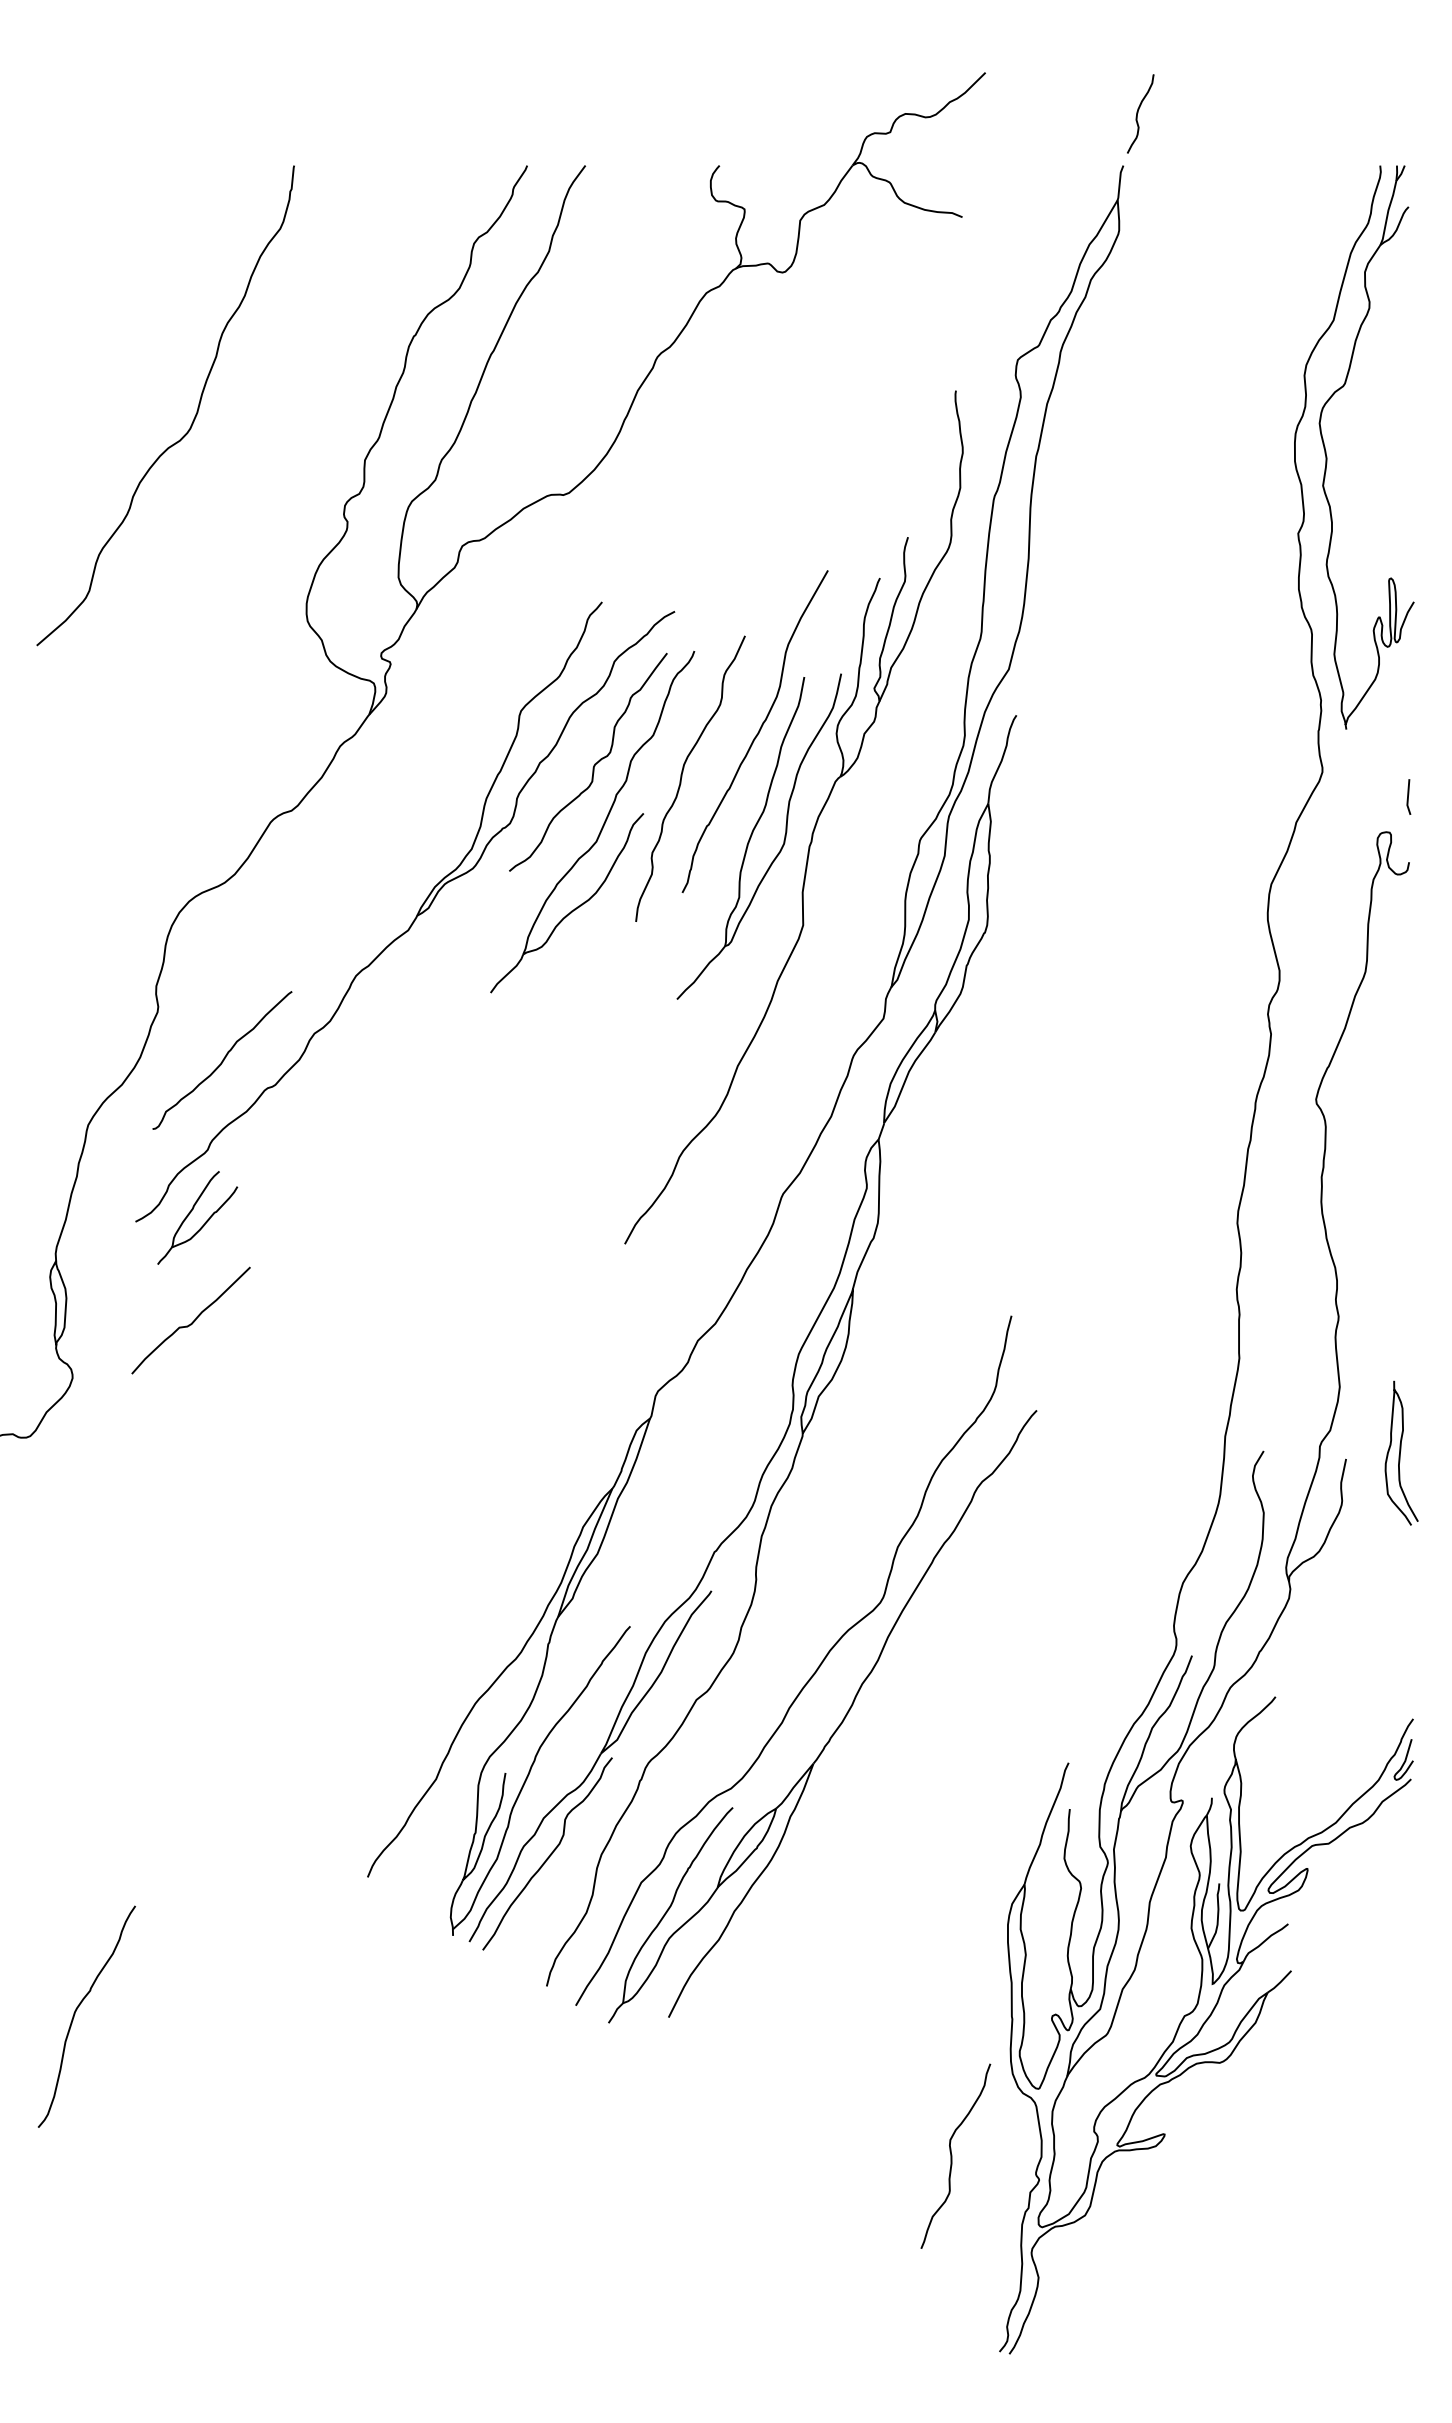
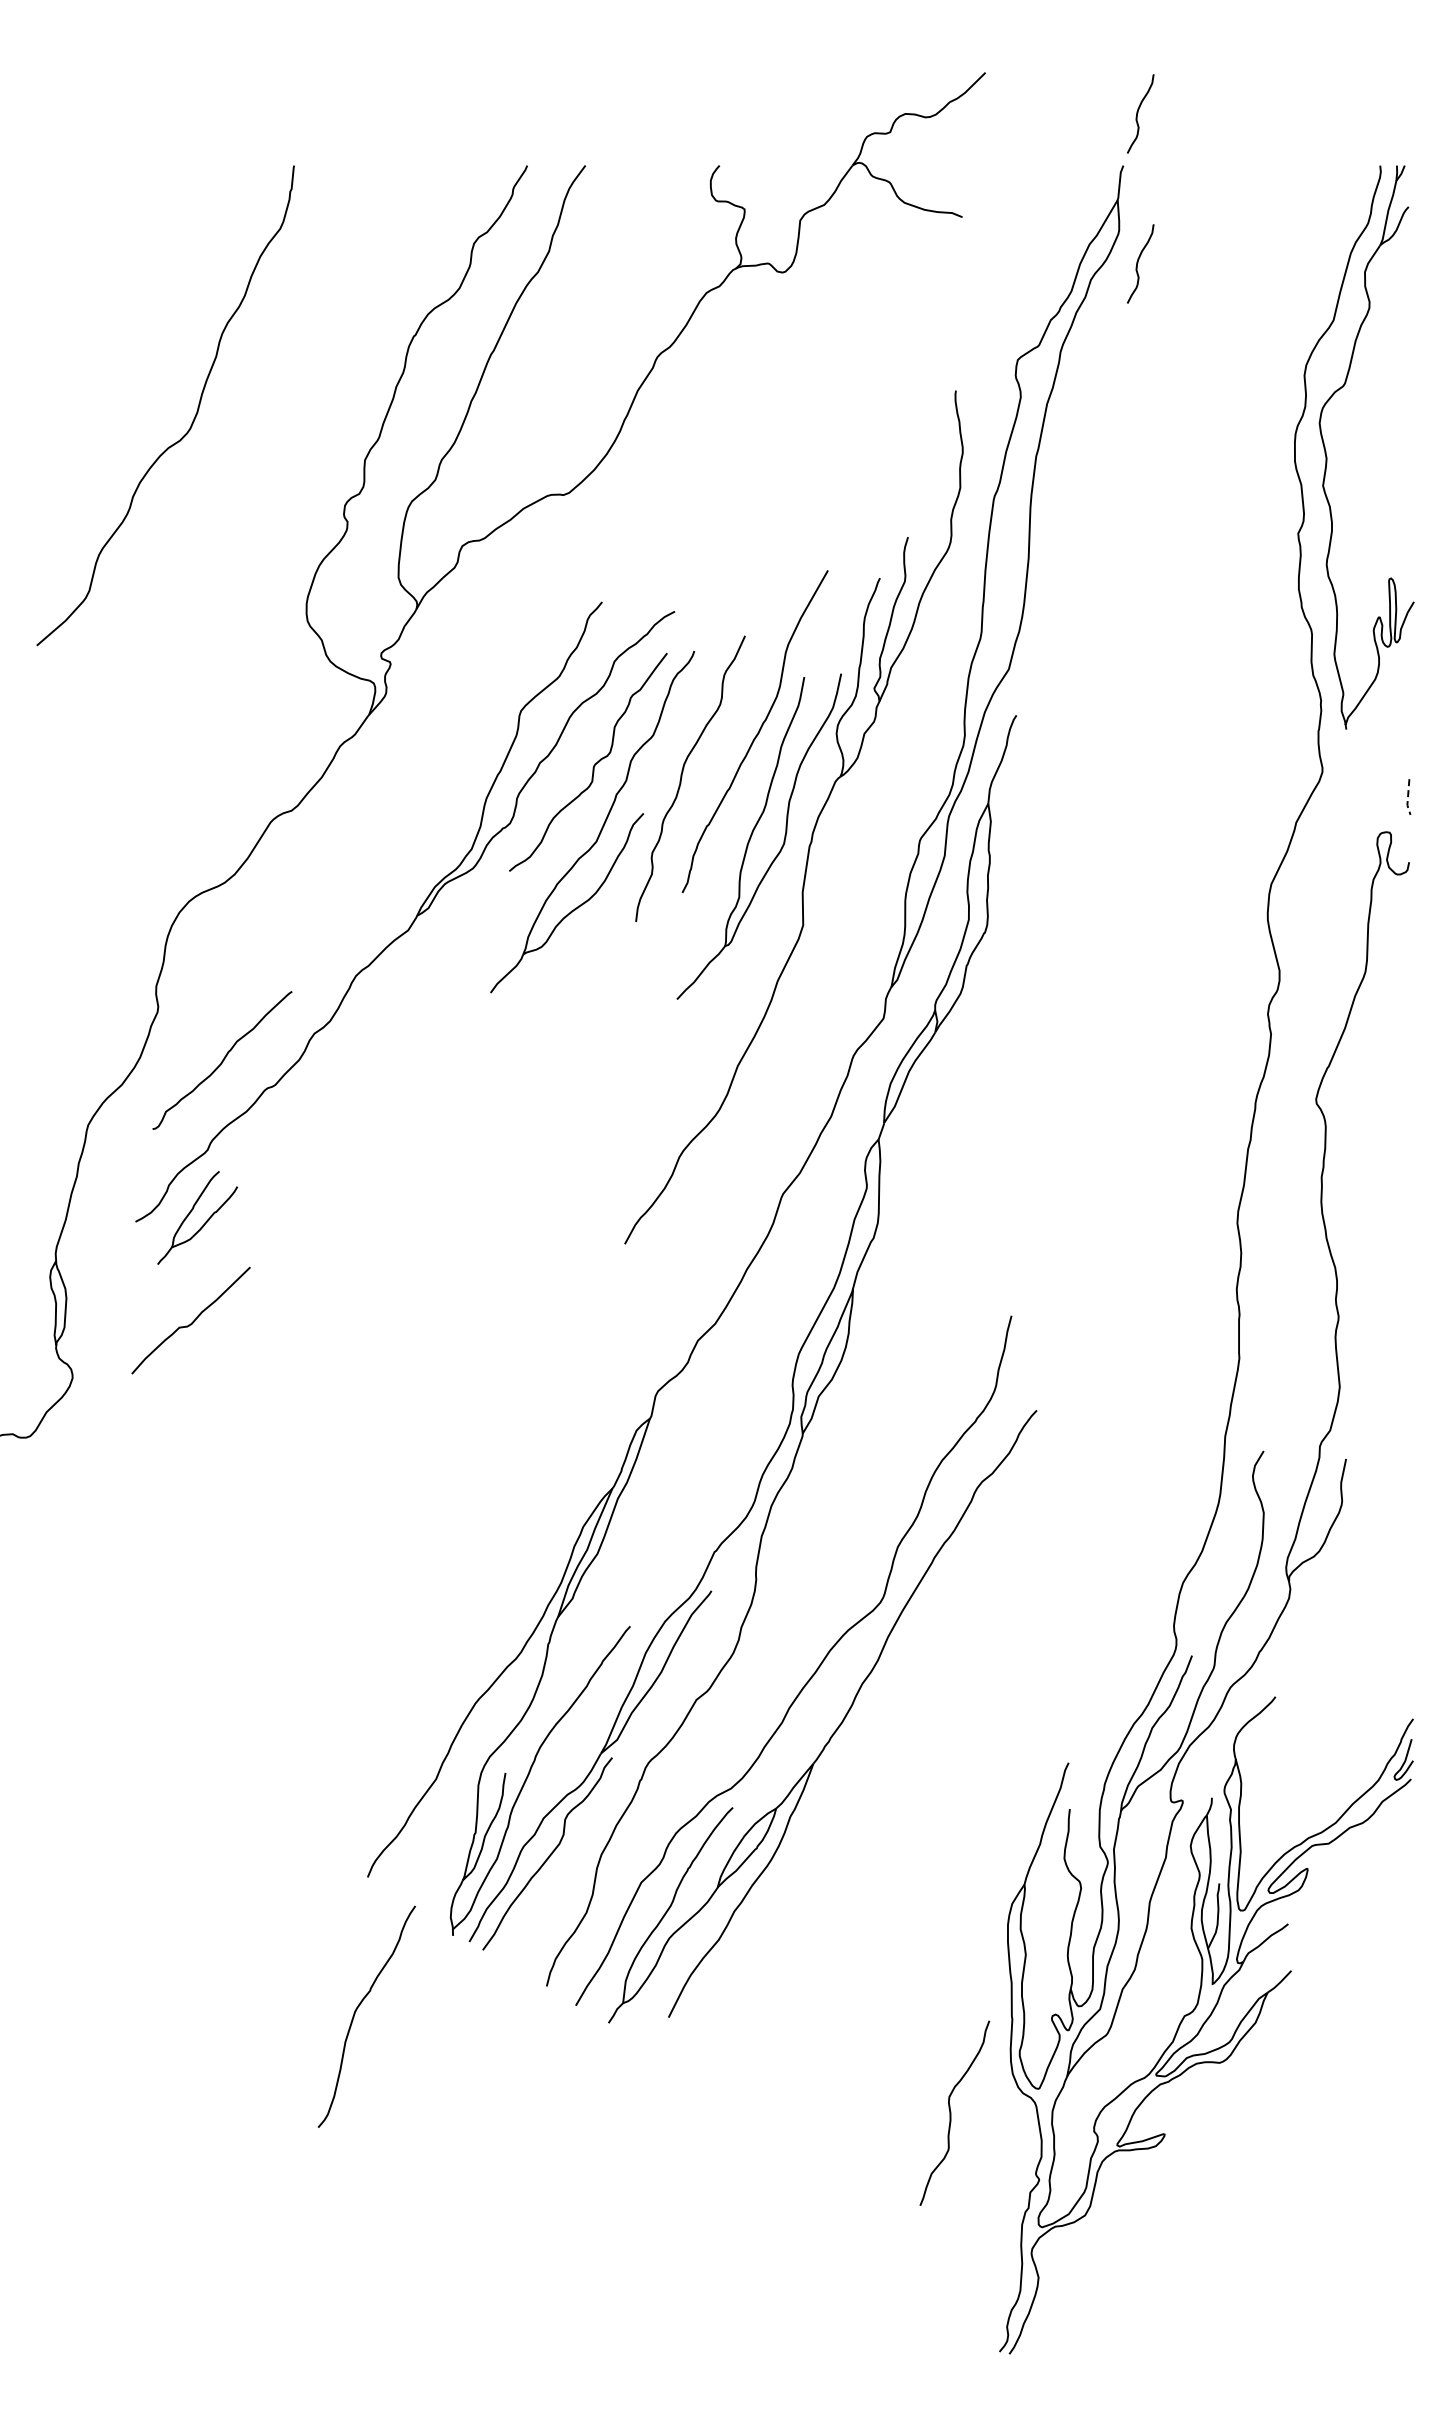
curve at (1138, 263): none -> present
line at (1407, 798): solid -> dashed
part at (1401, 1452): present -> none
curve at (76, 2011) position: (76, 2011) -> (356, 2011)
curve at (952, 2155) position: (952, 2155) -> (951, 2112)
